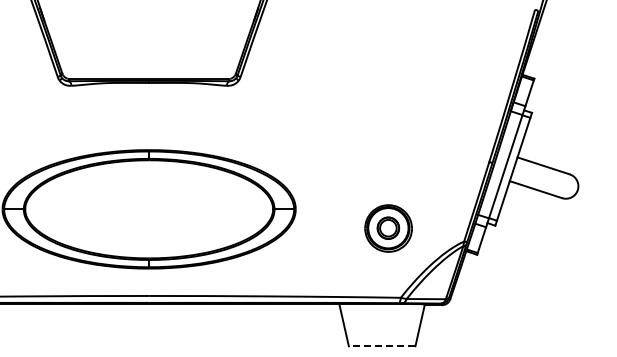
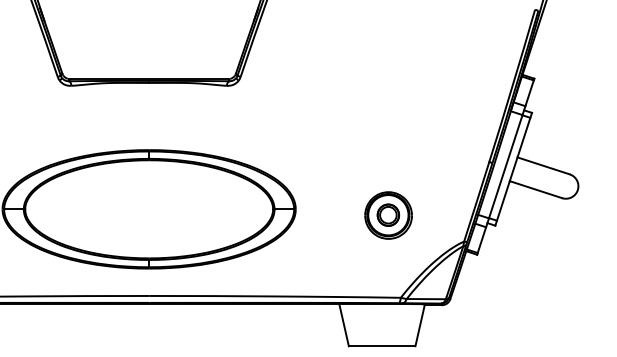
part at (388, 228) position: (388, 228) -> (388, 215)
line at (381, 346): dashed -> solid
